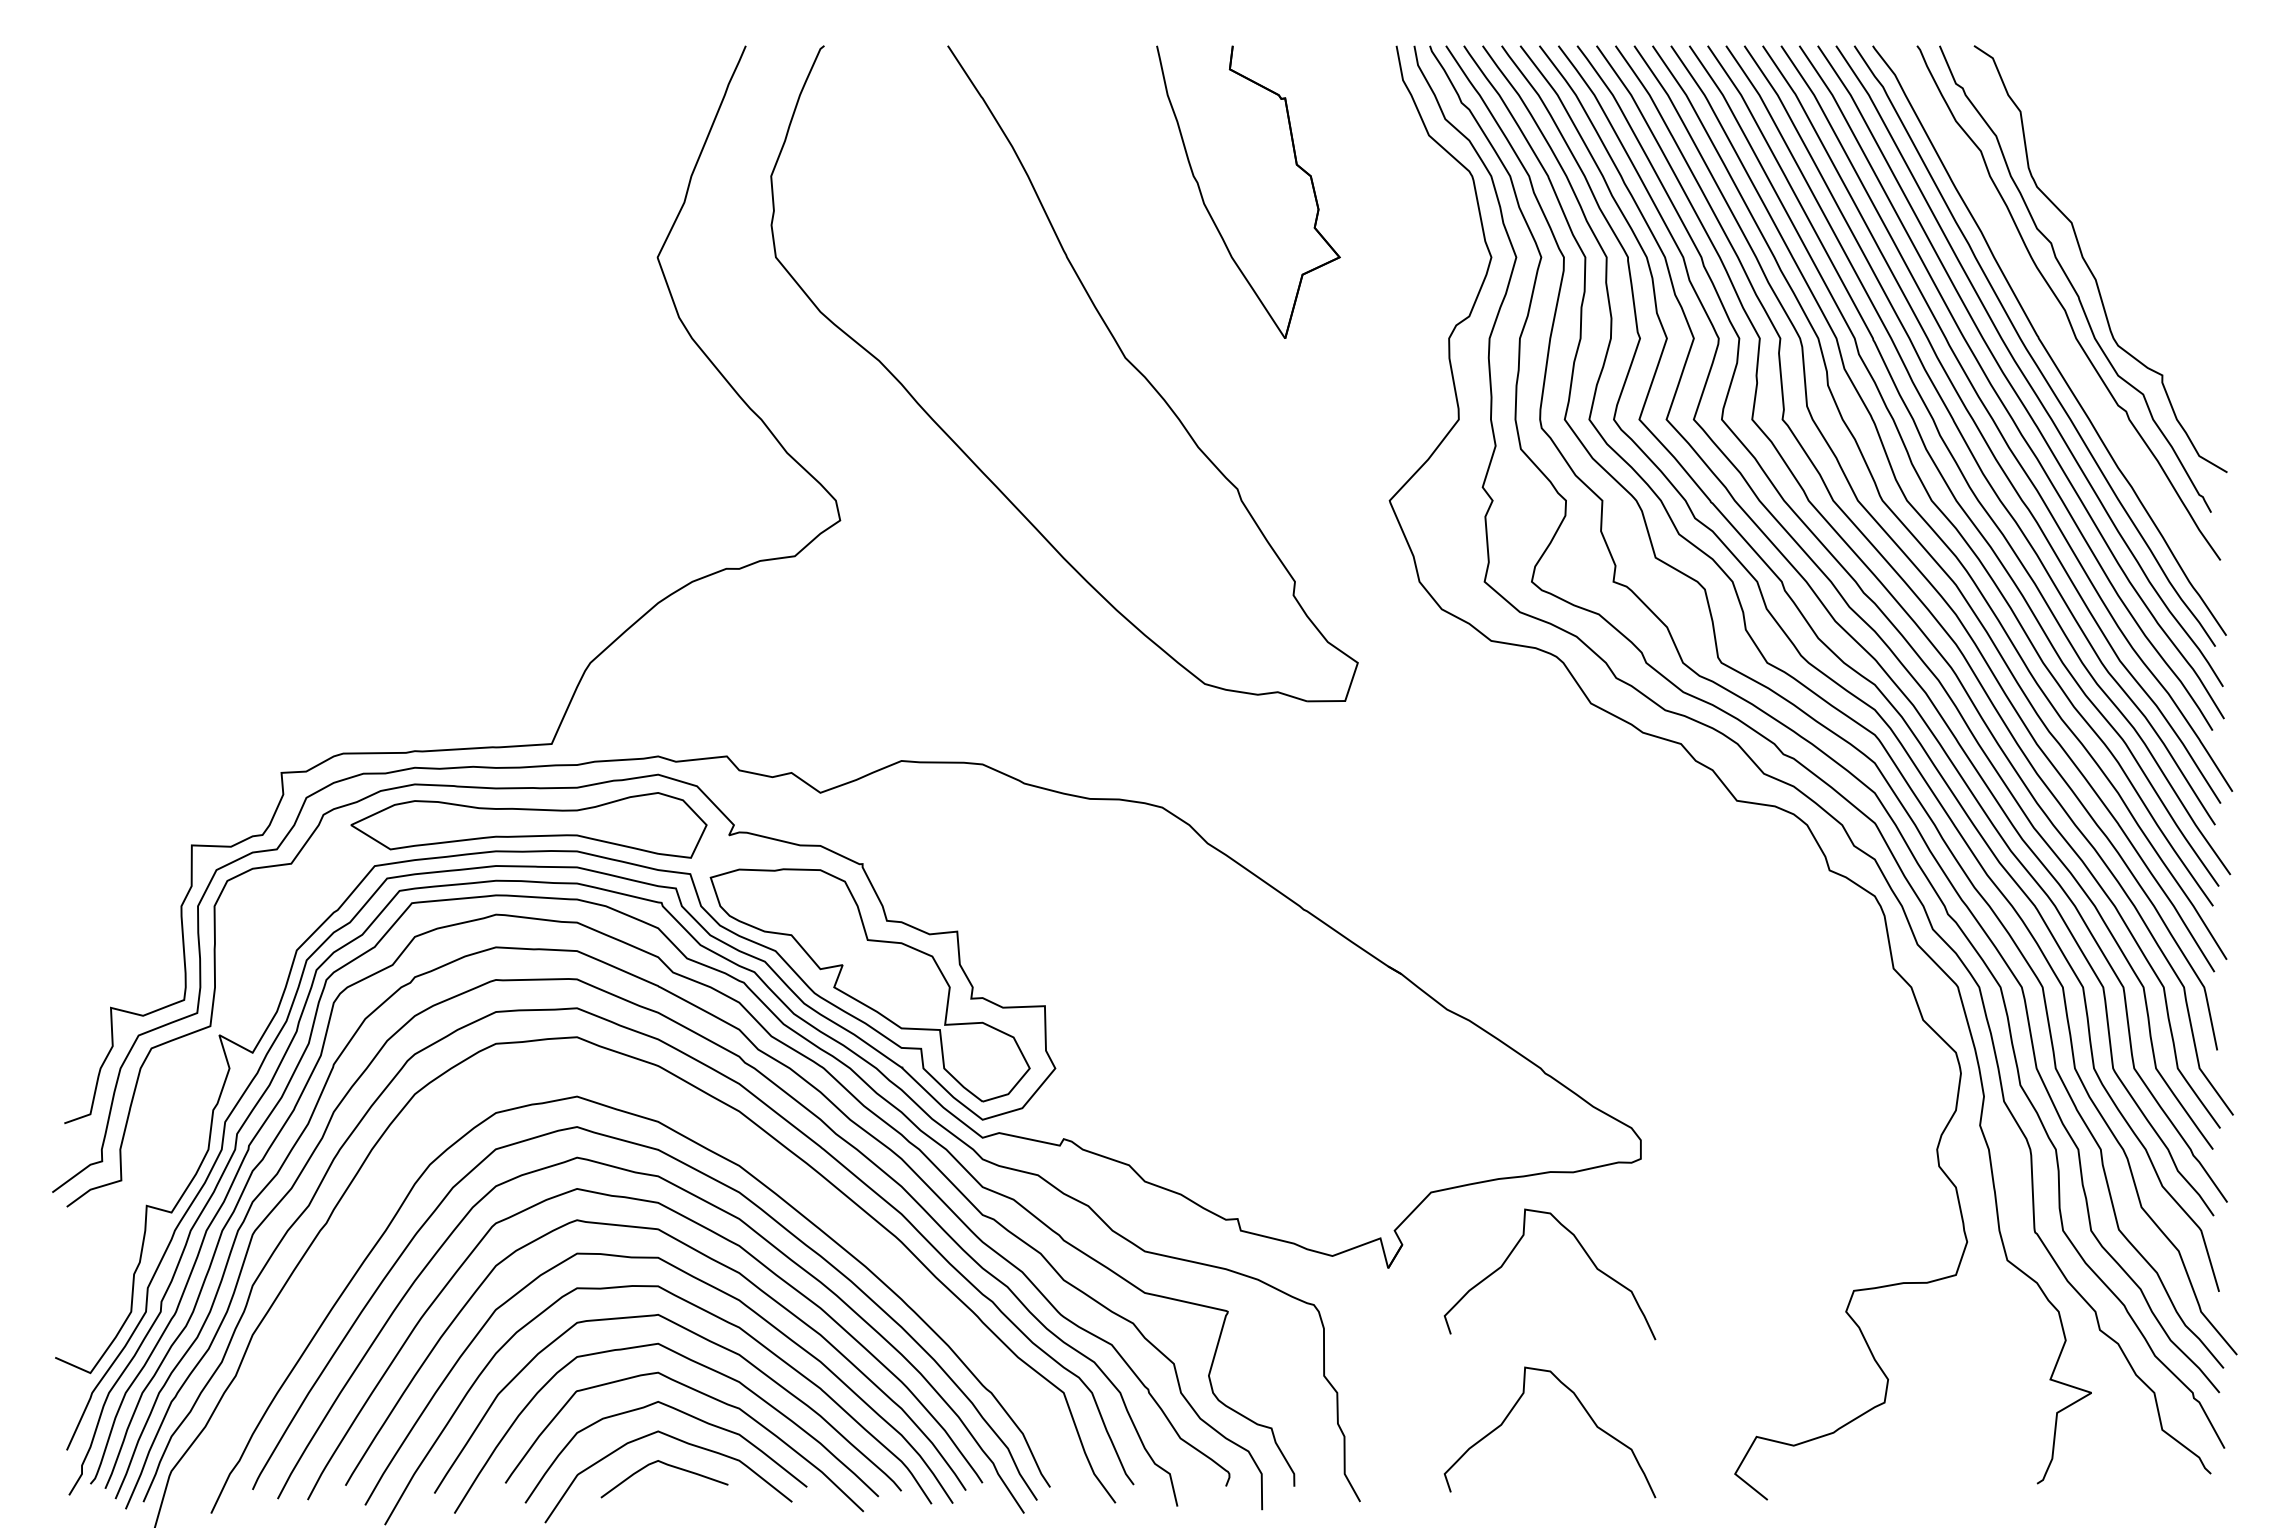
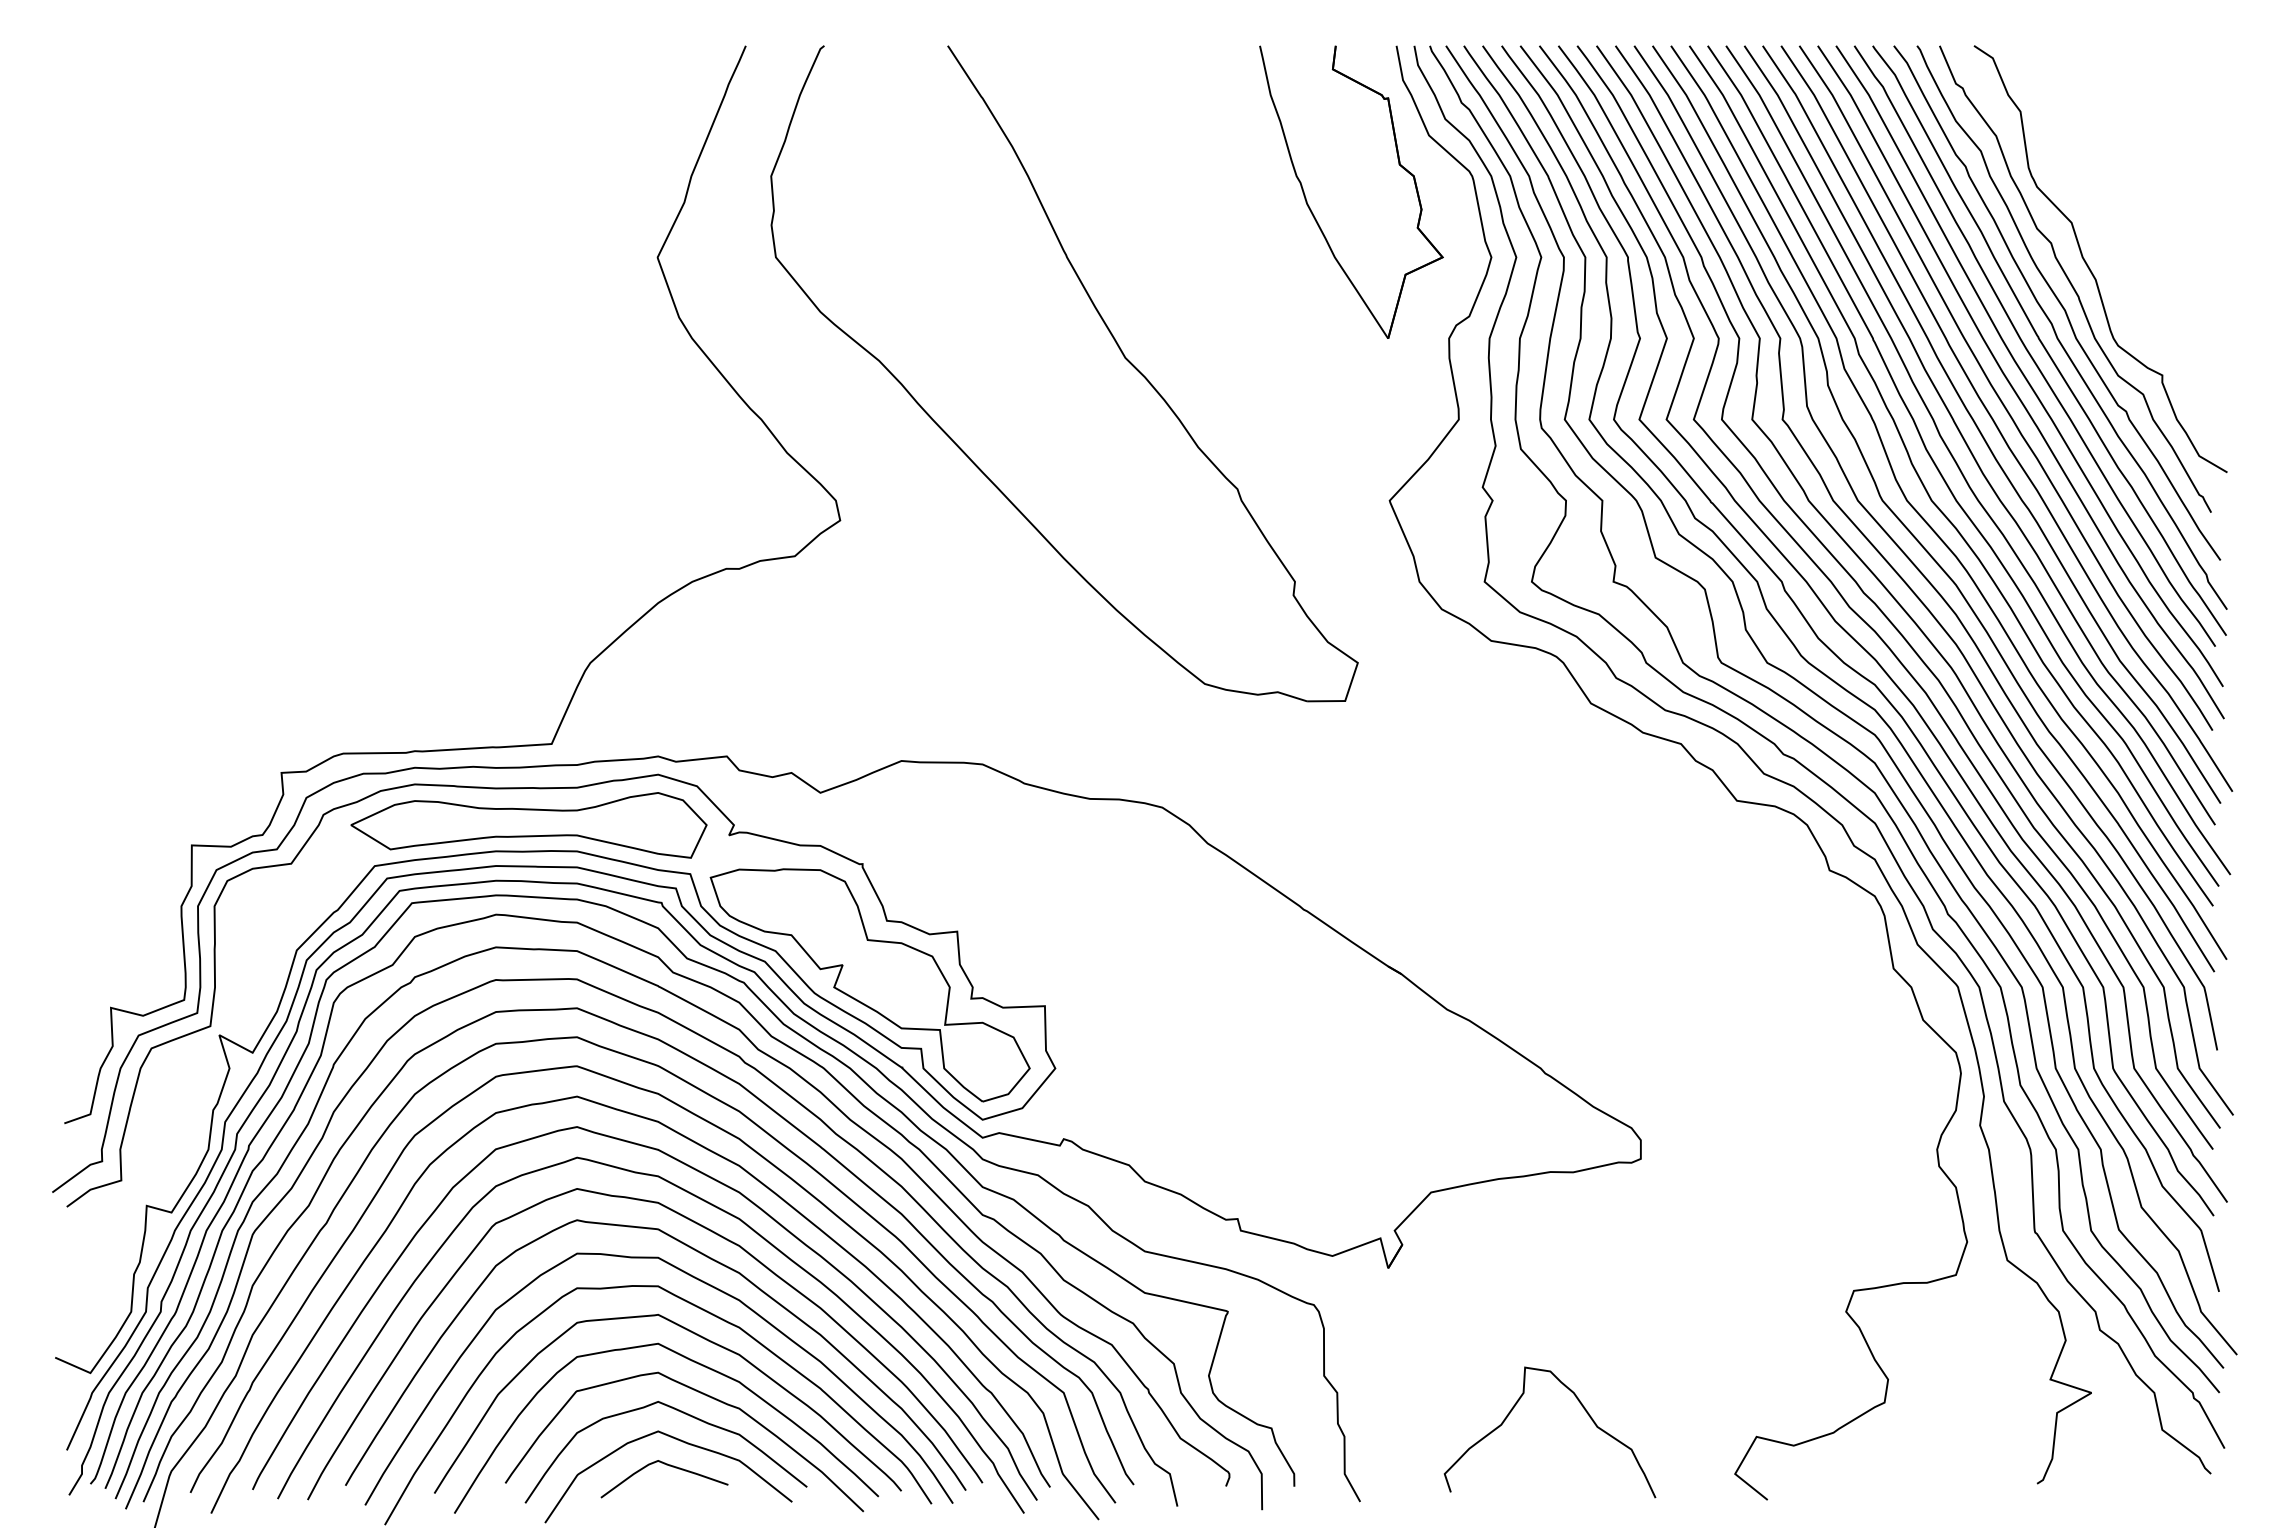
part at (1209, 211) position: (1209, 211) -> (1312, 211)
curve at (2055, 330): none -> present
curve at (749, 1148): none -> present
curve at (1584, 1252): present -> none
